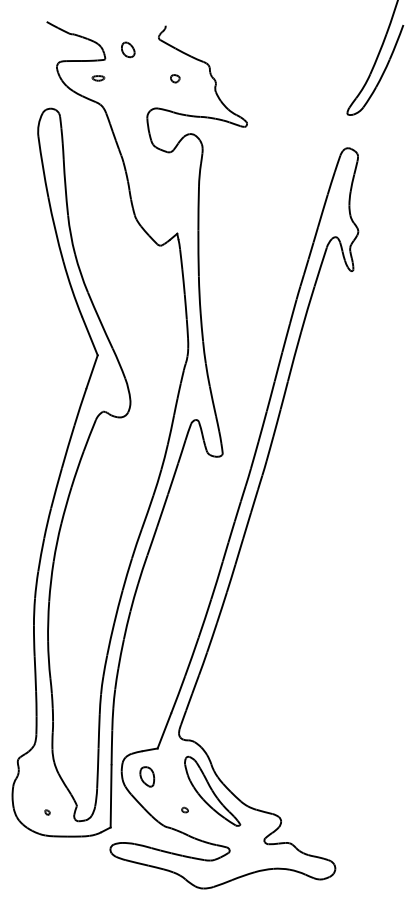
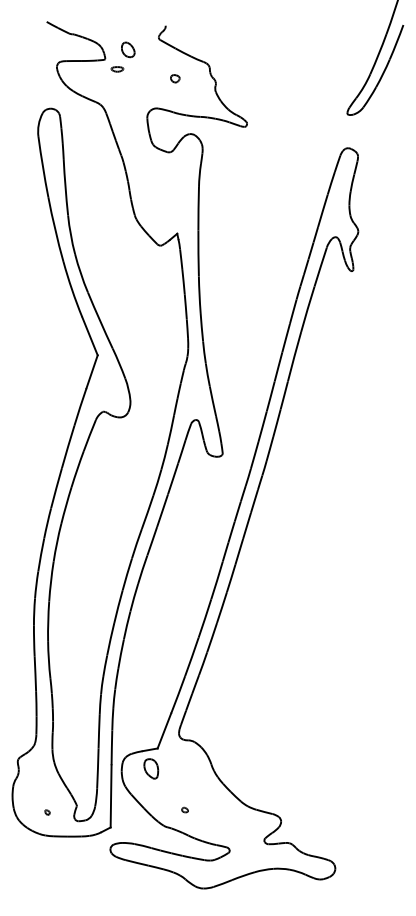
part at (98, 78) position: (98, 78) -> (117, 69)
part at (147, 776) position: (147, 776) -> (151, 768)
part at (212, 790): present -> none
